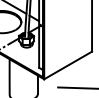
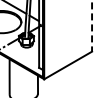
line at (92, 26): solid -> dashed
line at (76, 87): present -> none
